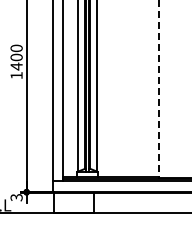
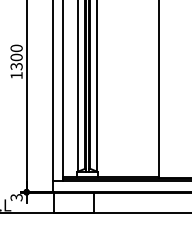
text at (16, 66): 1400 -> 1300
line at (158, 89): dashed -> solid
